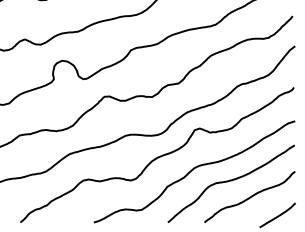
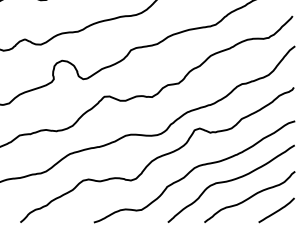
curve at (277, 215) position: (277, 215) -> (276, 210)
